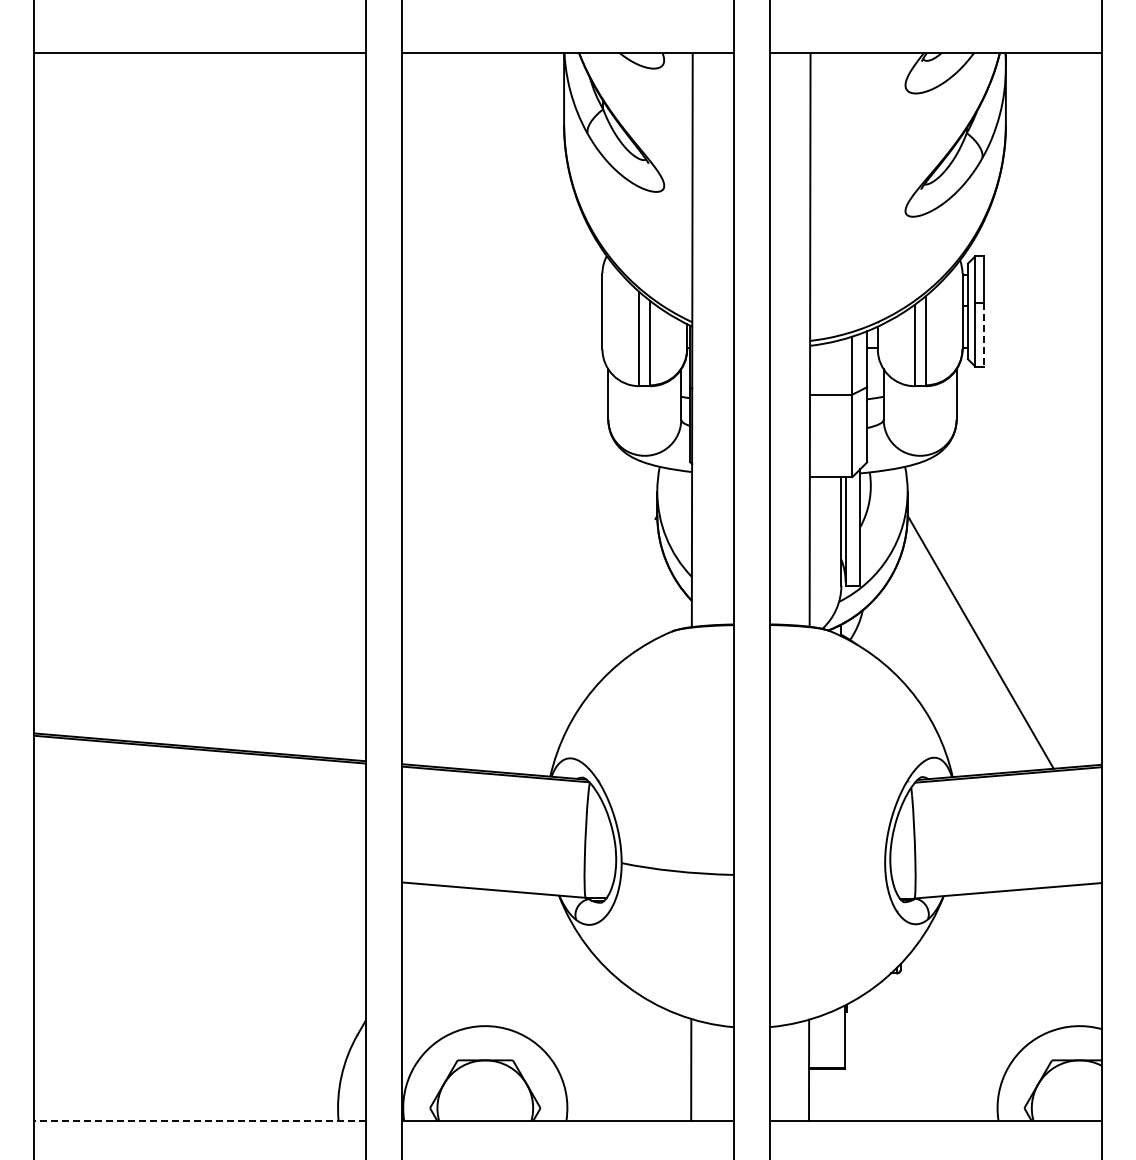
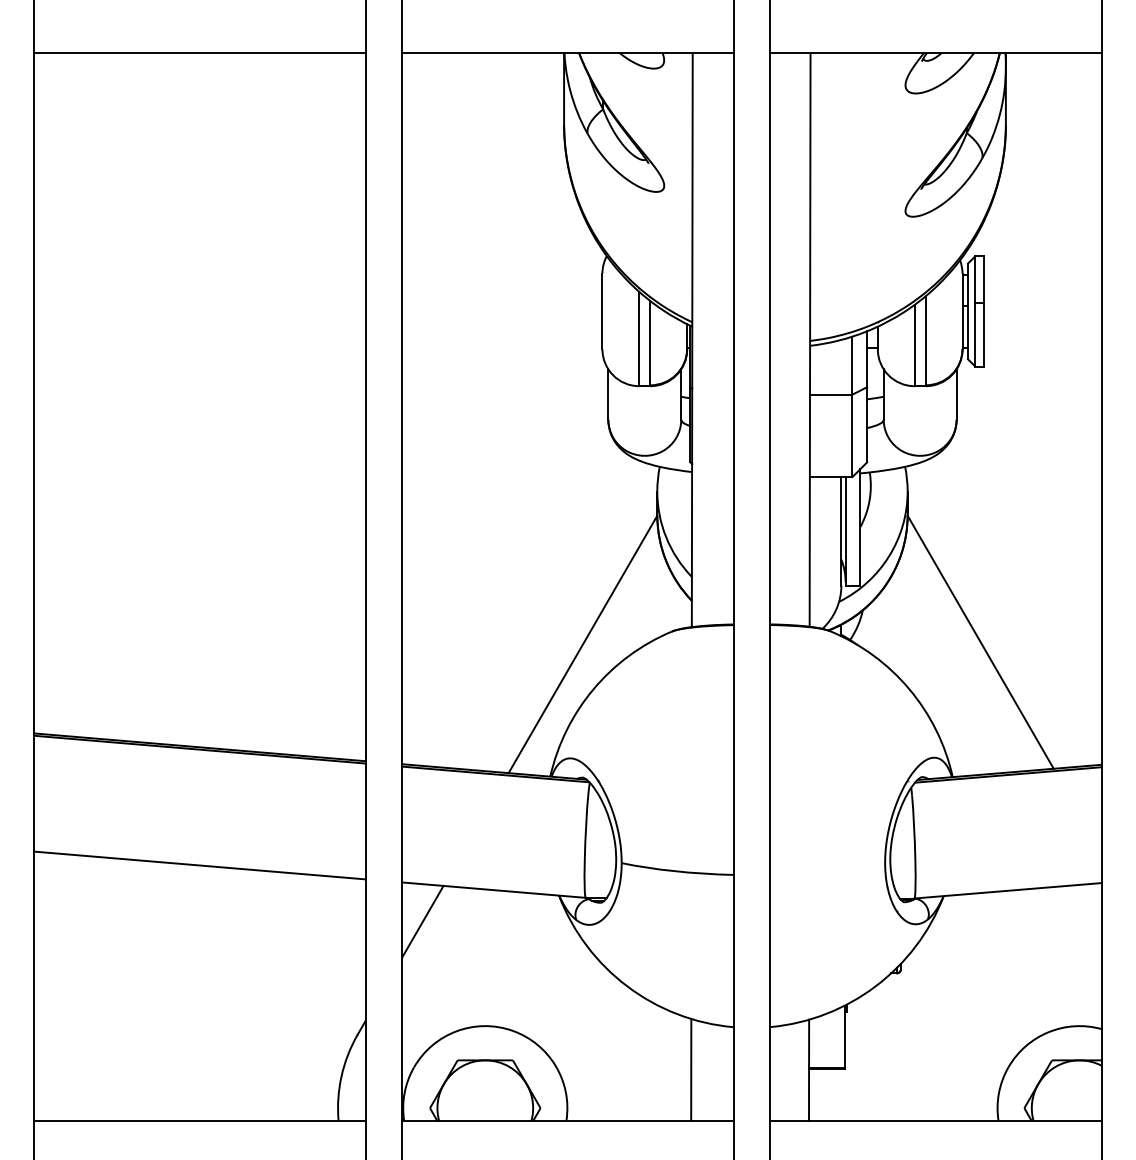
line at (984, 334): dashed -> solid
line at (581, 646): none -> present
line at (199, 865): none -> present
line at (422, 921): none -> present
line at (199, 1120): dashed -> solid
